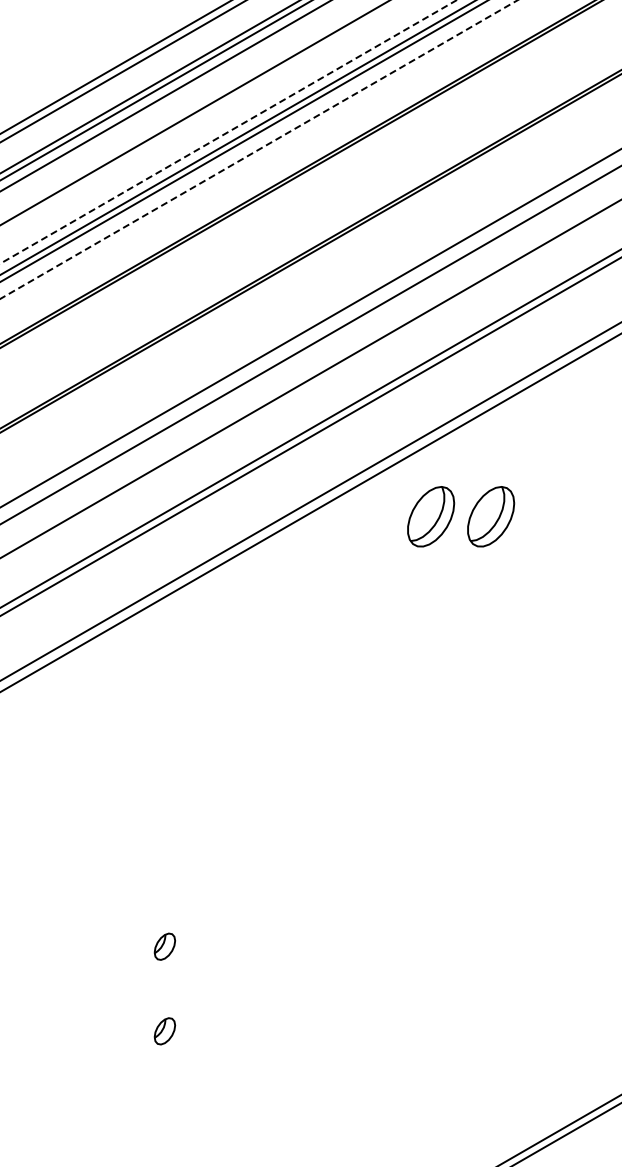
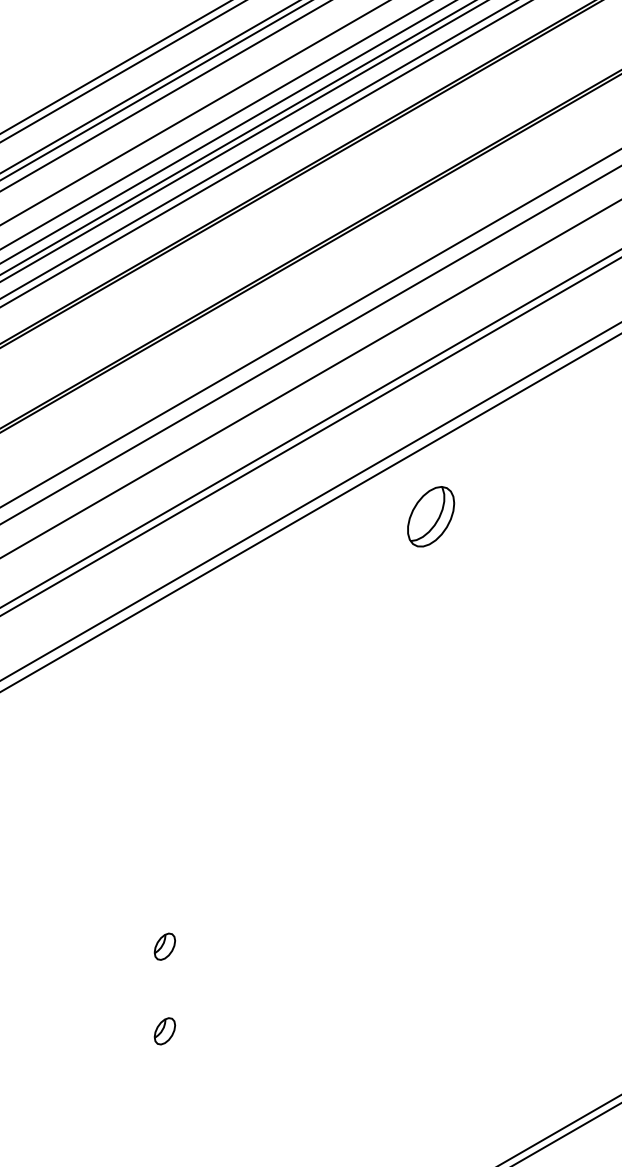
line at (215, 125): none -> present
line at (228, 132): dashed -> solid
line at (258, 149): dashed -> solid
line at (265, 153): none -> present
part at (491, 516): present -> none
